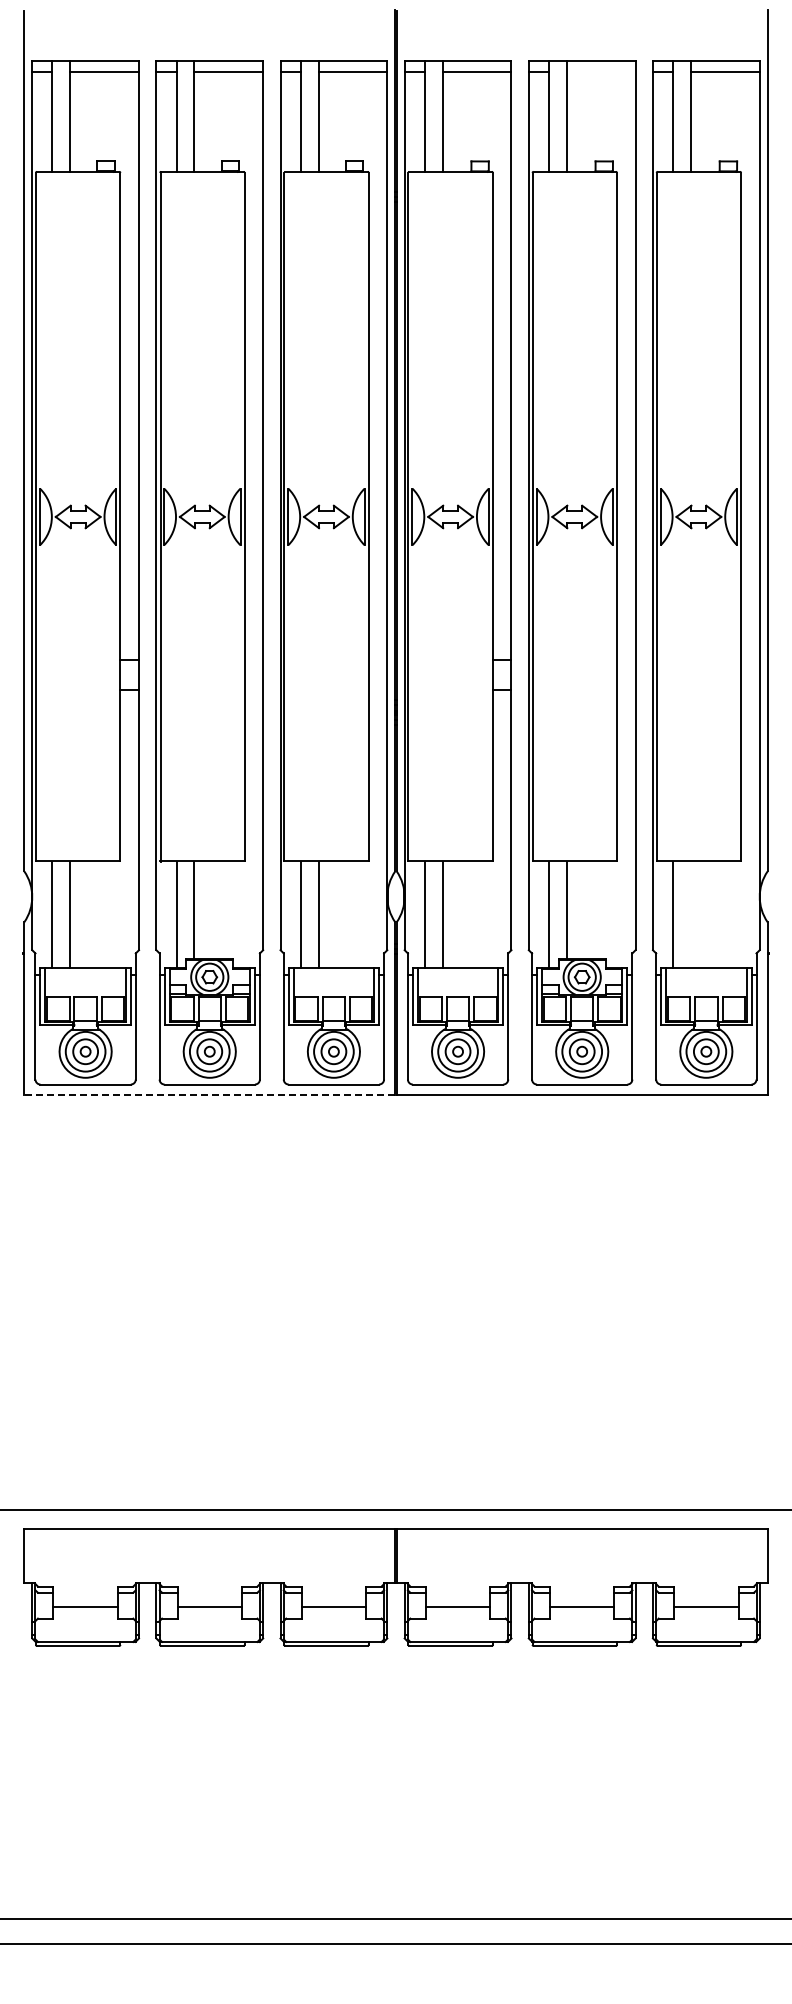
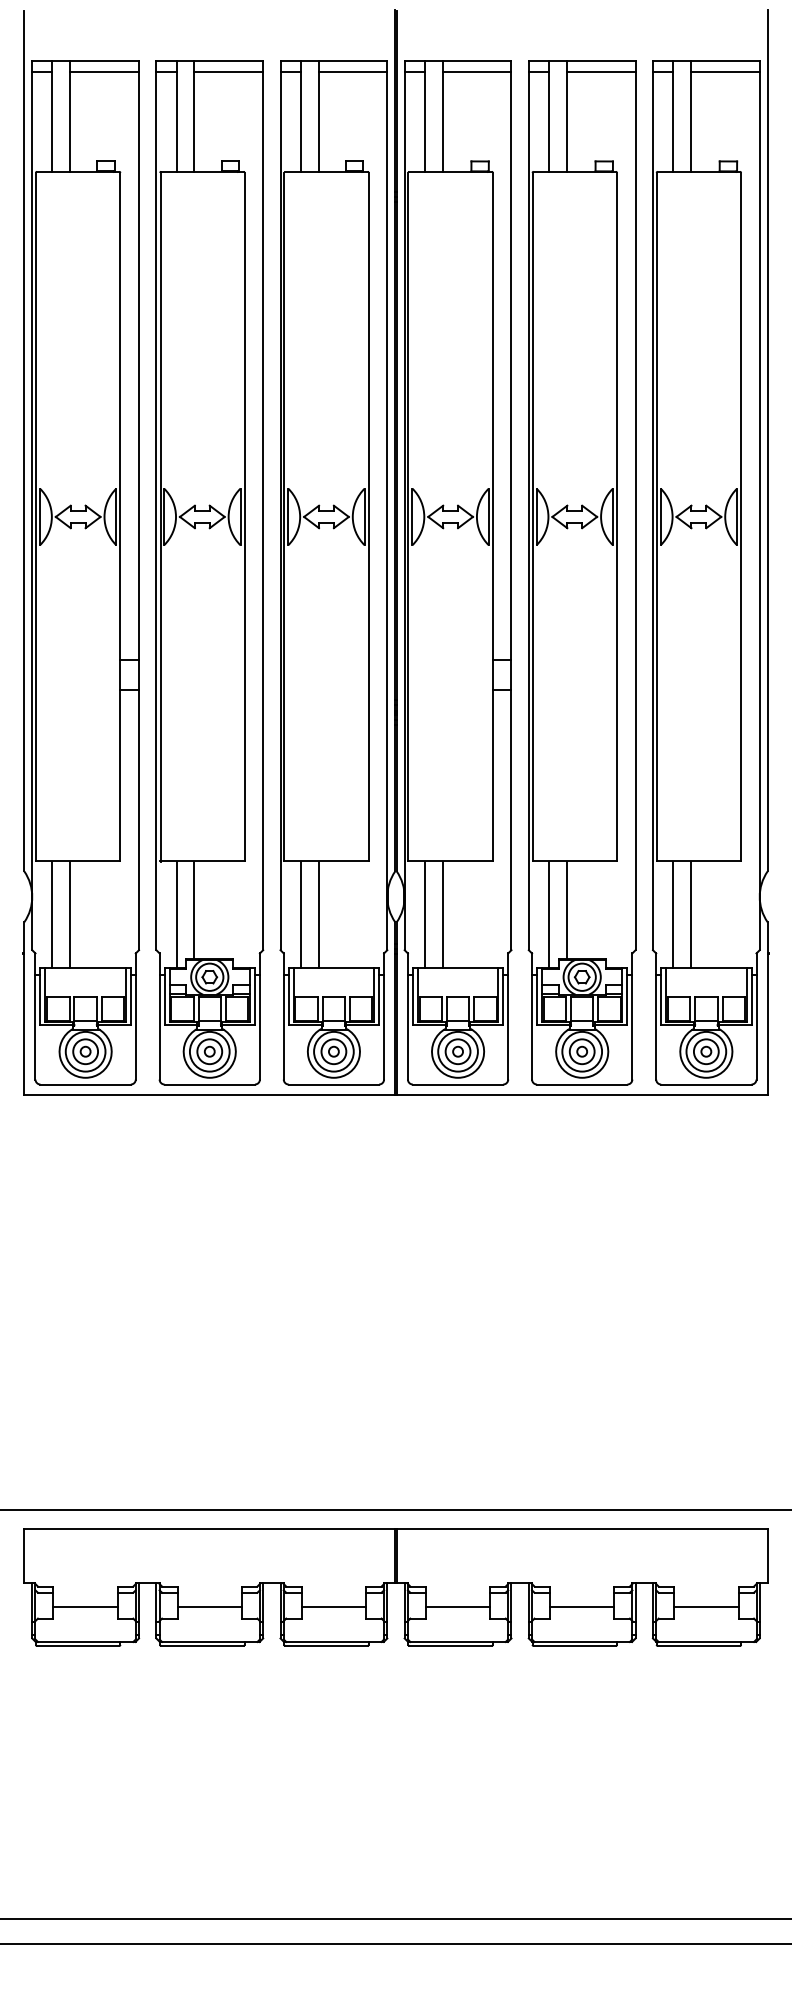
line at (600, 72): none -> present
line at (690, 915): none -> present
line at (209, 1095): dashed -> solid
